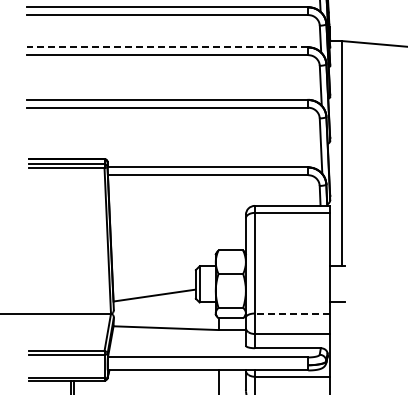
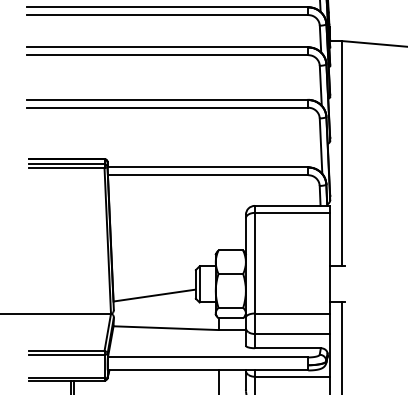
line at (167, 47): dashed -> solid
line at (292, 313): dashed -> solid
line at (342, 346): none -> present
